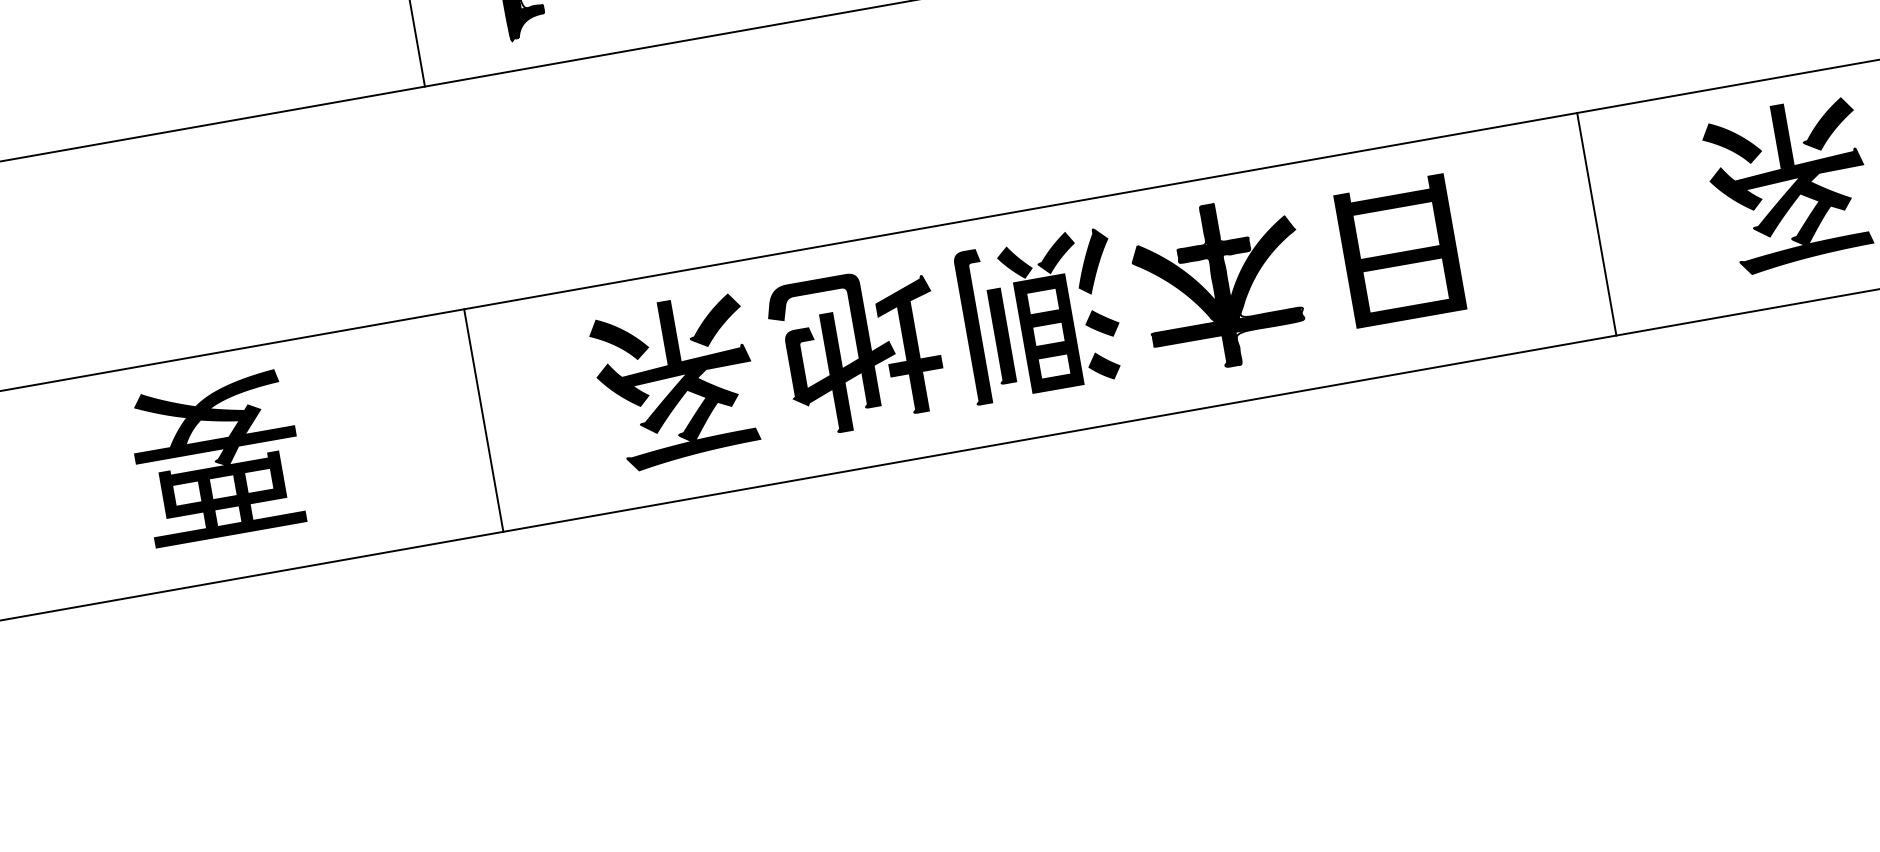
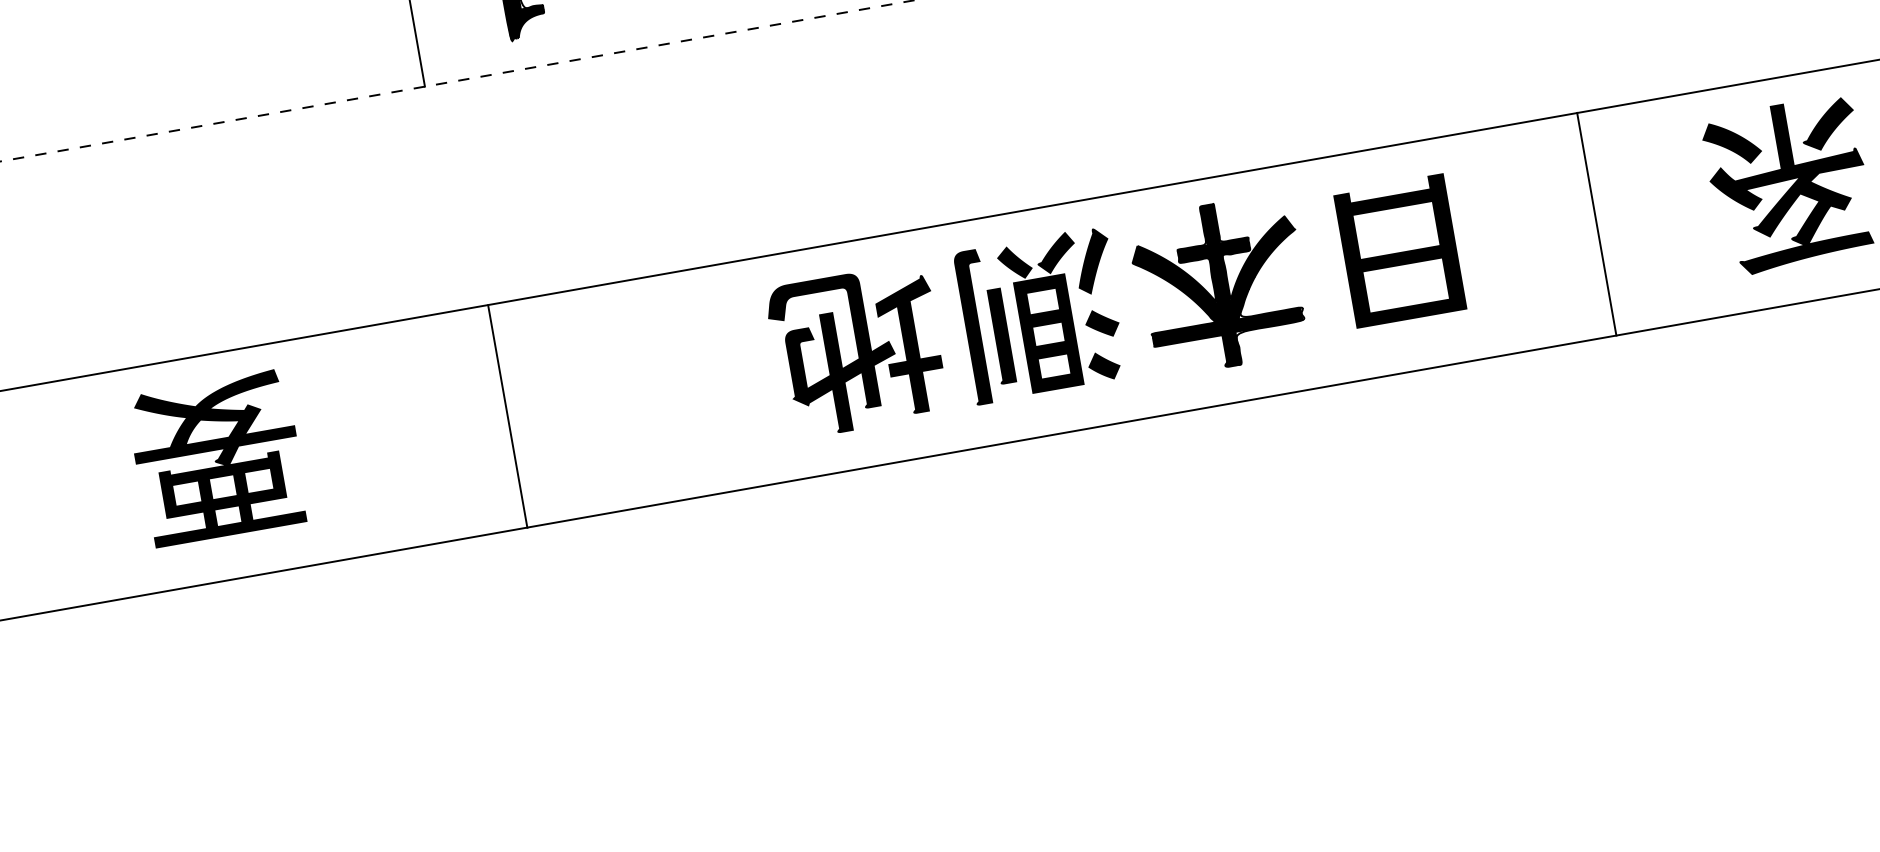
line at (458, 80): solid -> dashed
part at (675, 382): present -> none
line at (483, 420) position: (483, 420) -> (507, 416)
